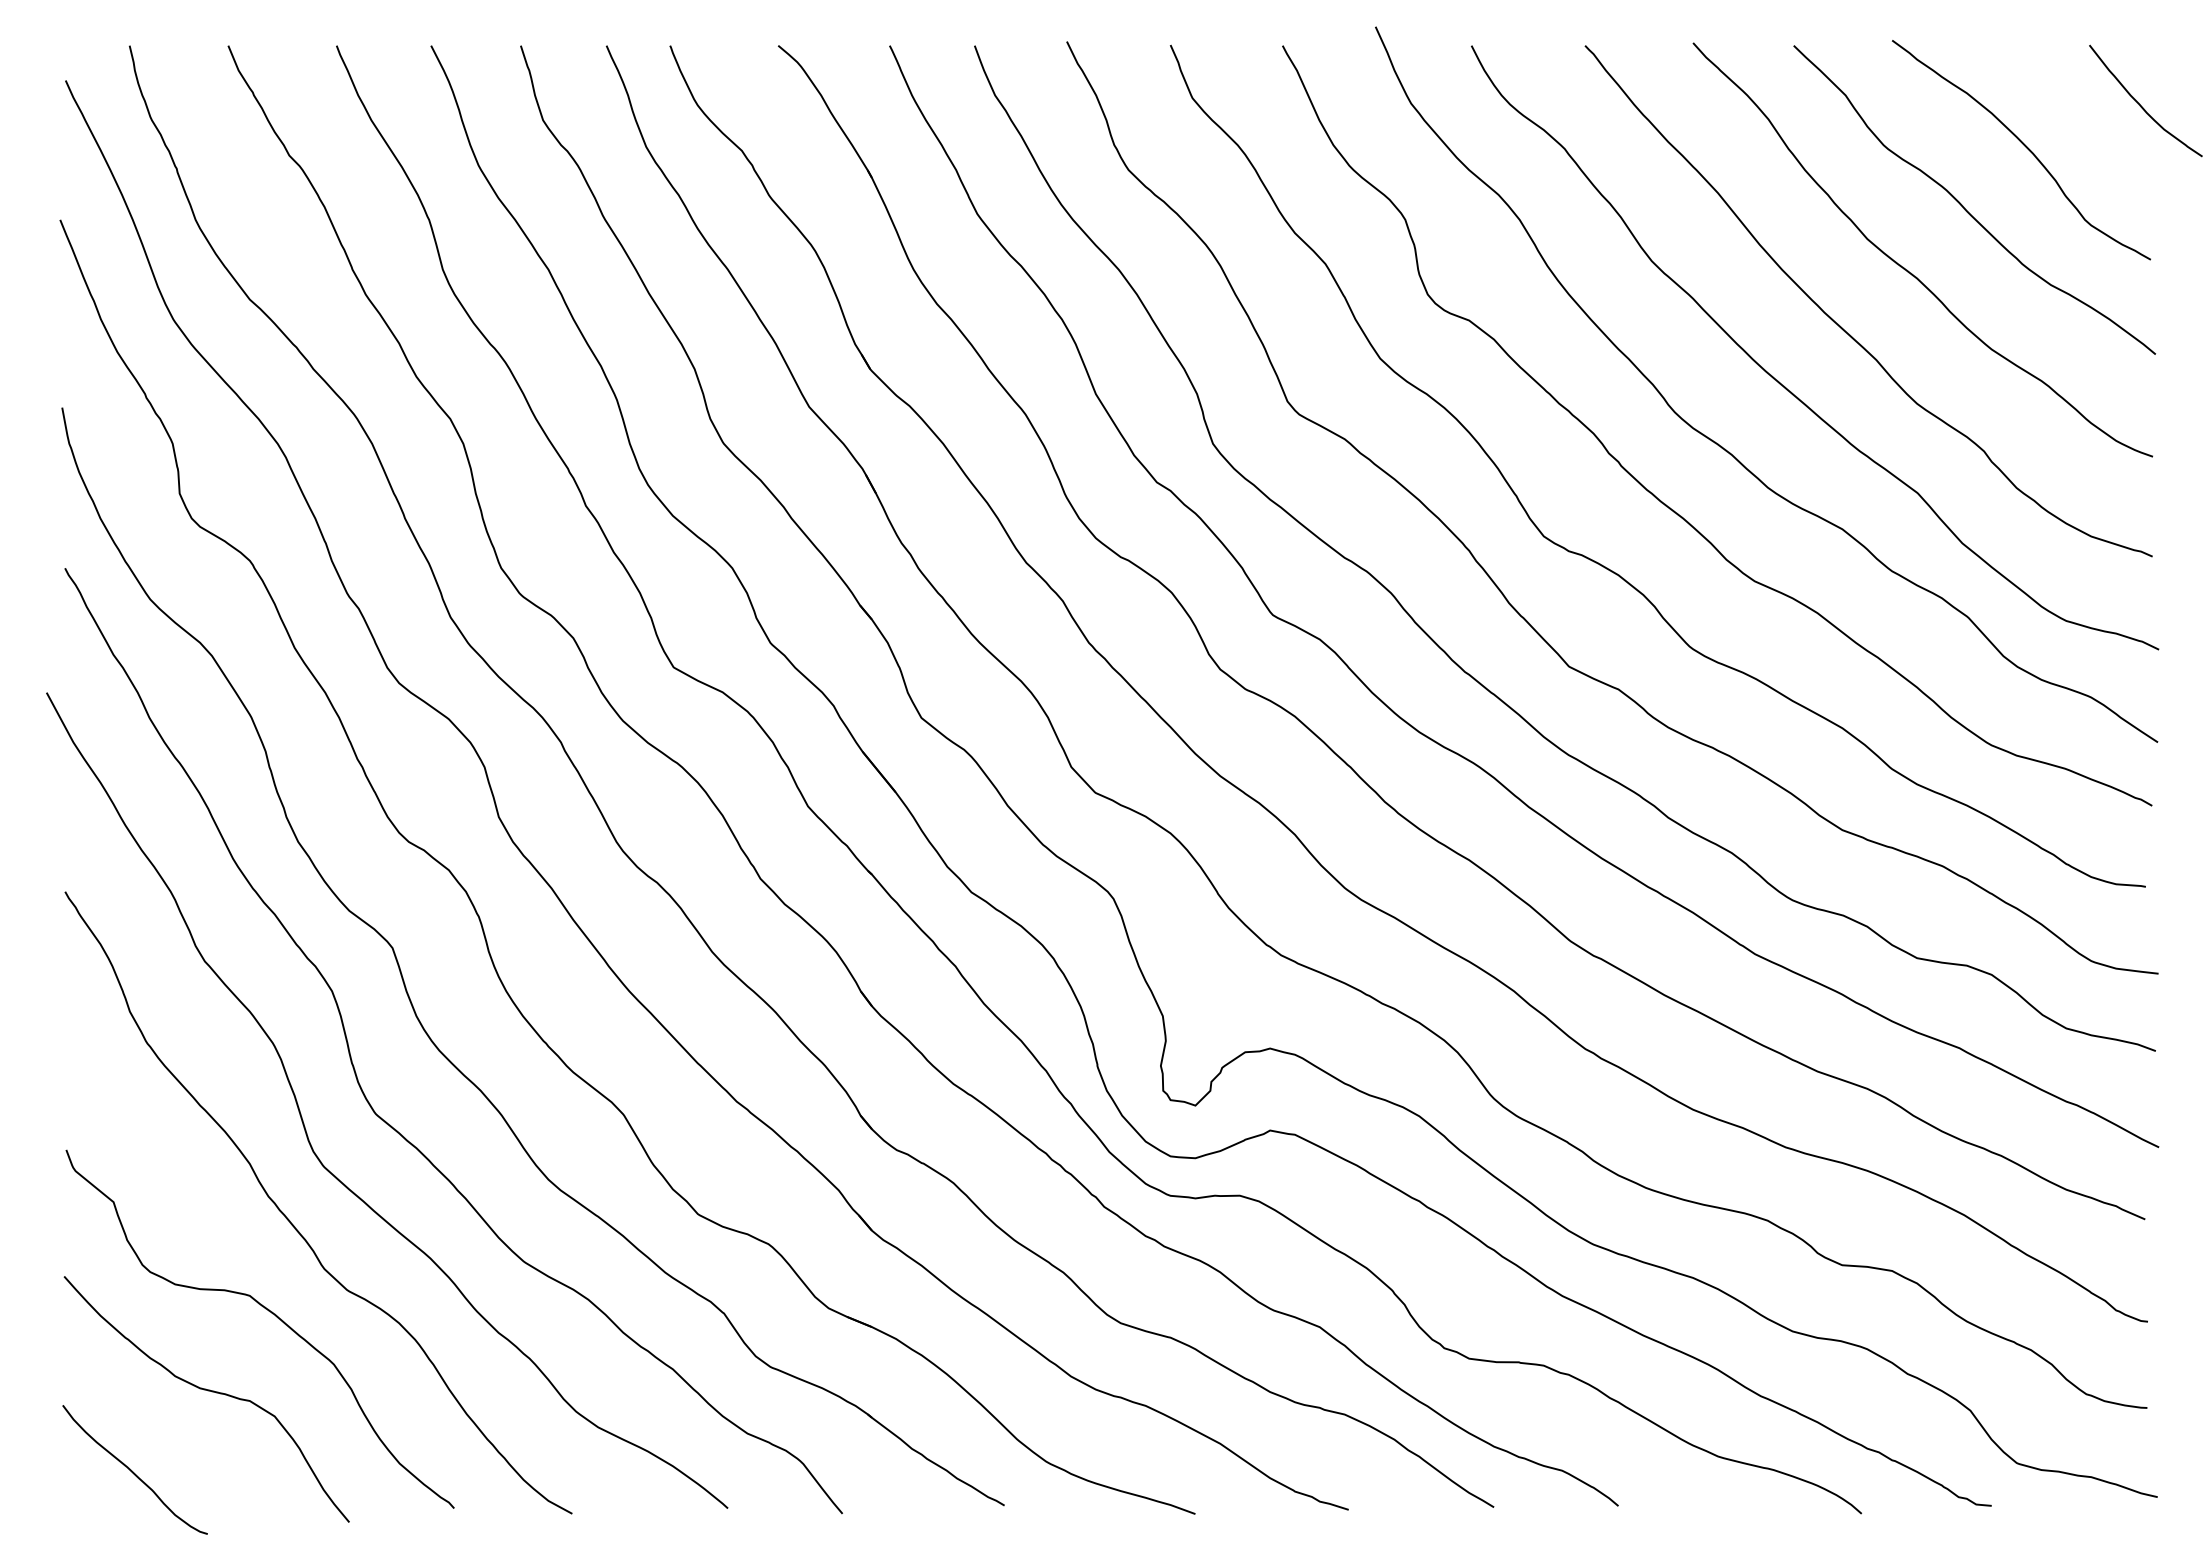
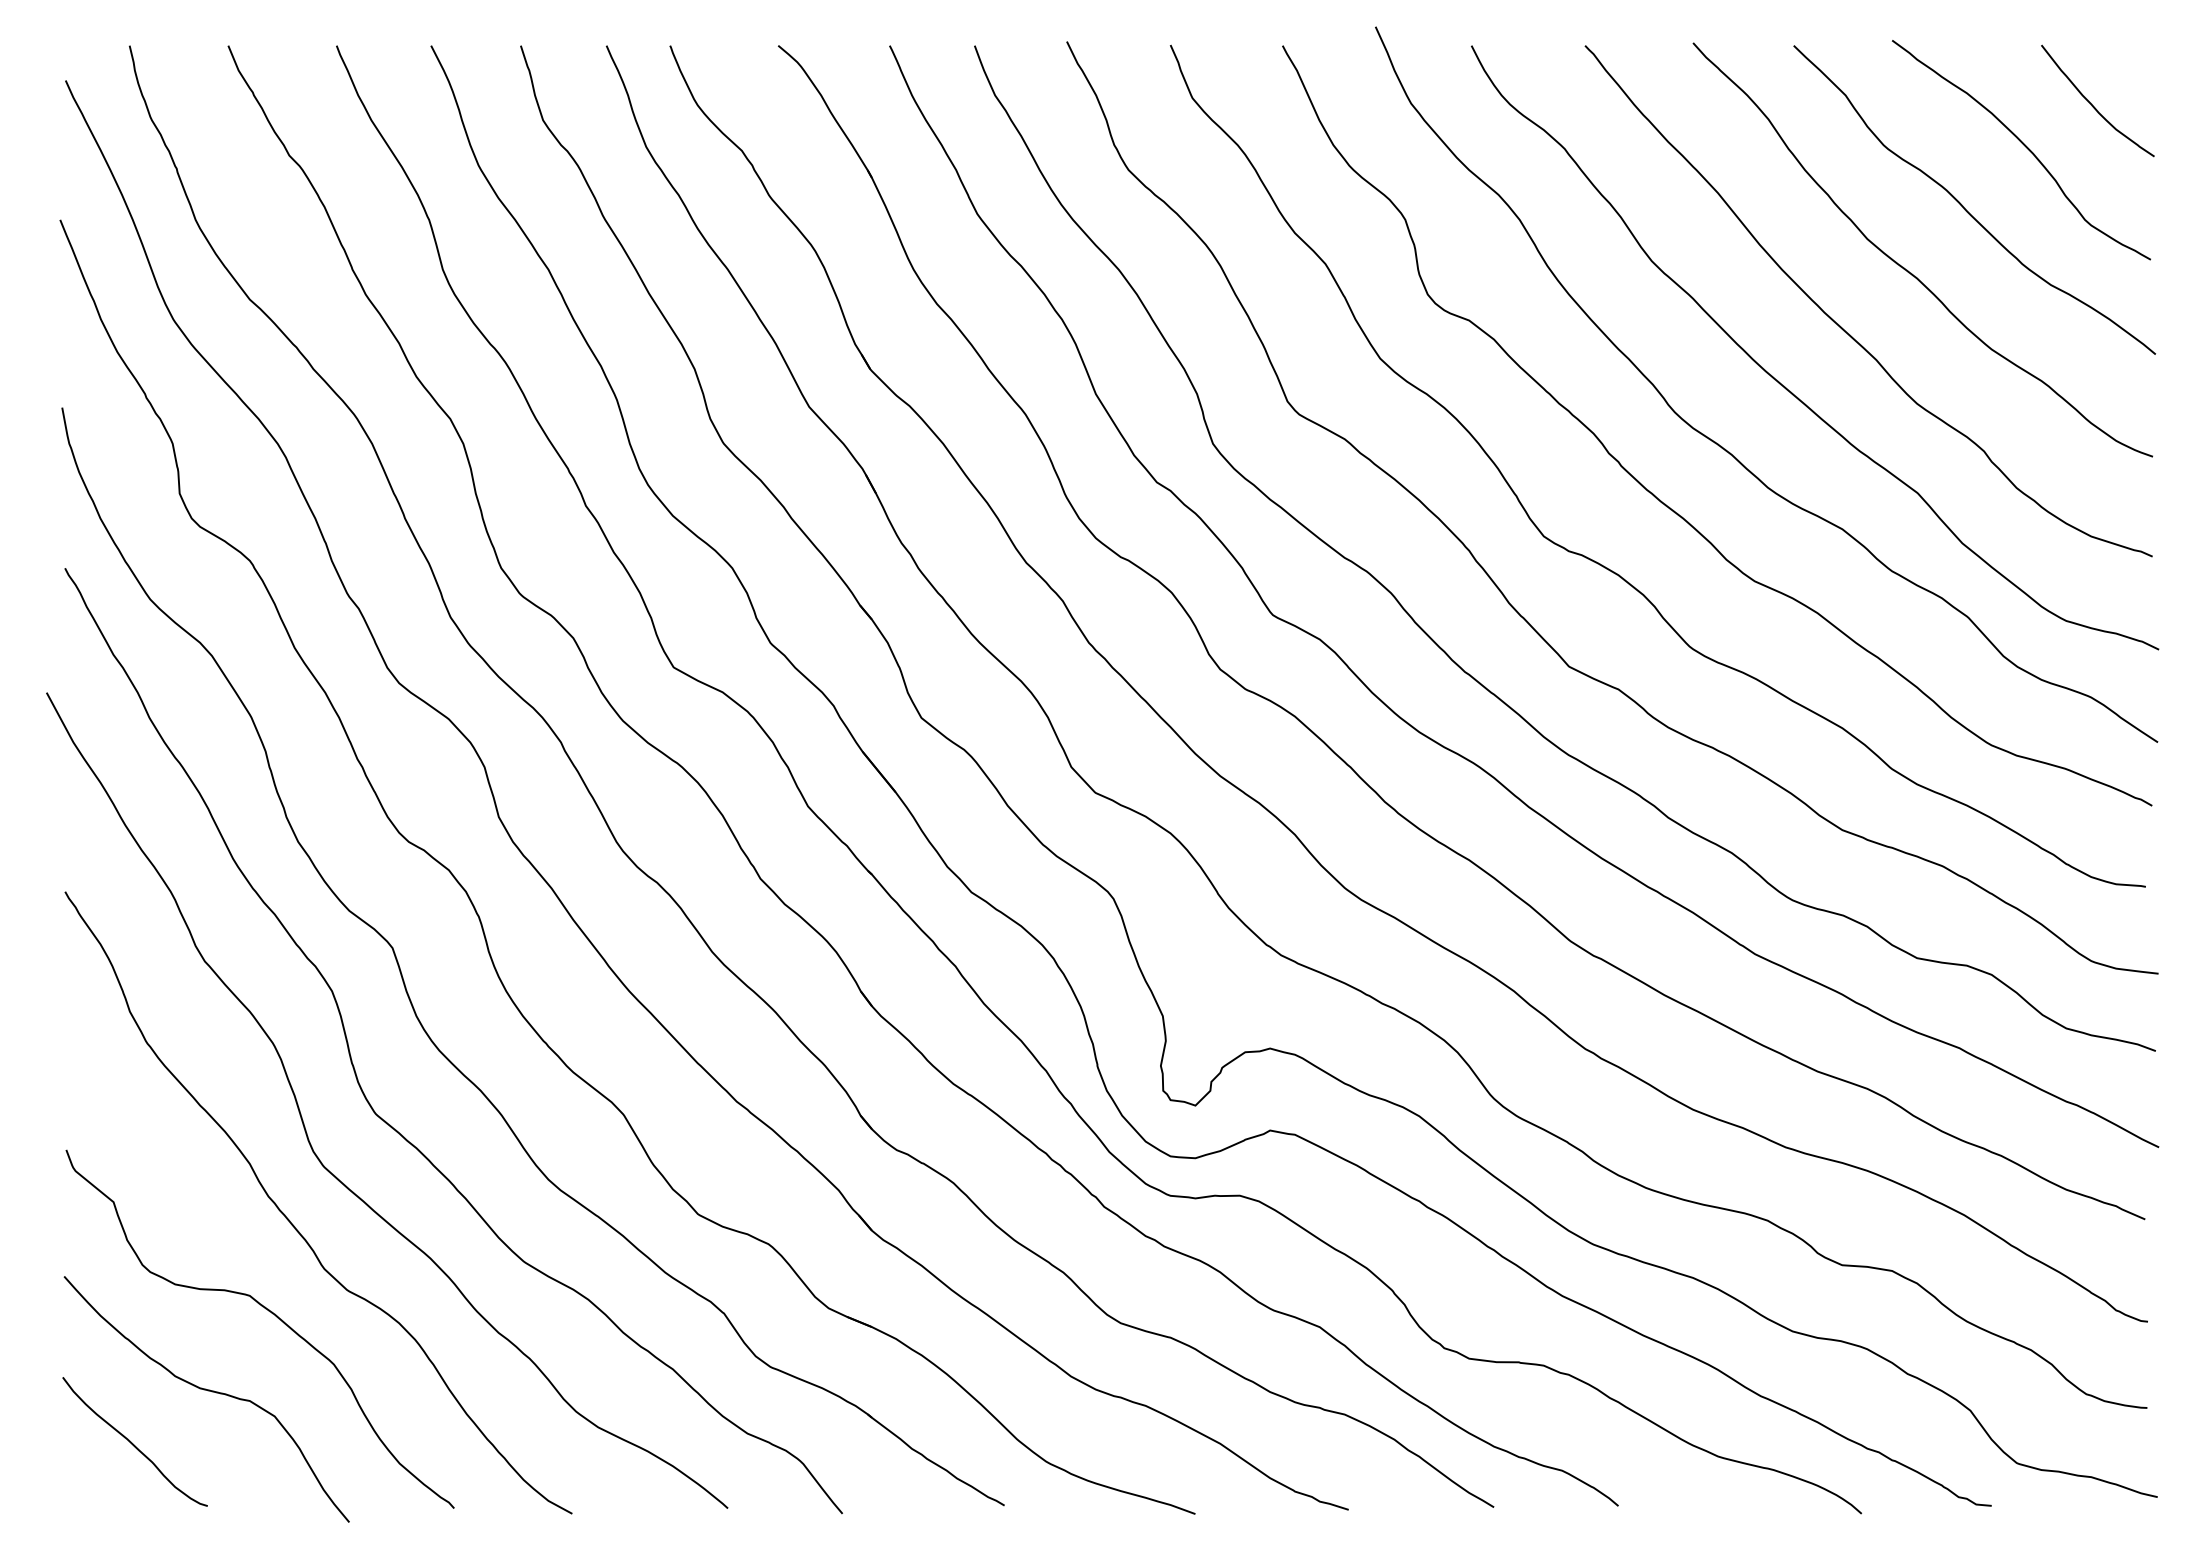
curve at (2140, 104) position: (2140, 104) -> (2092, 104)
curve at (132, 1470) position: (132, 1470) -> (132, 1442)
